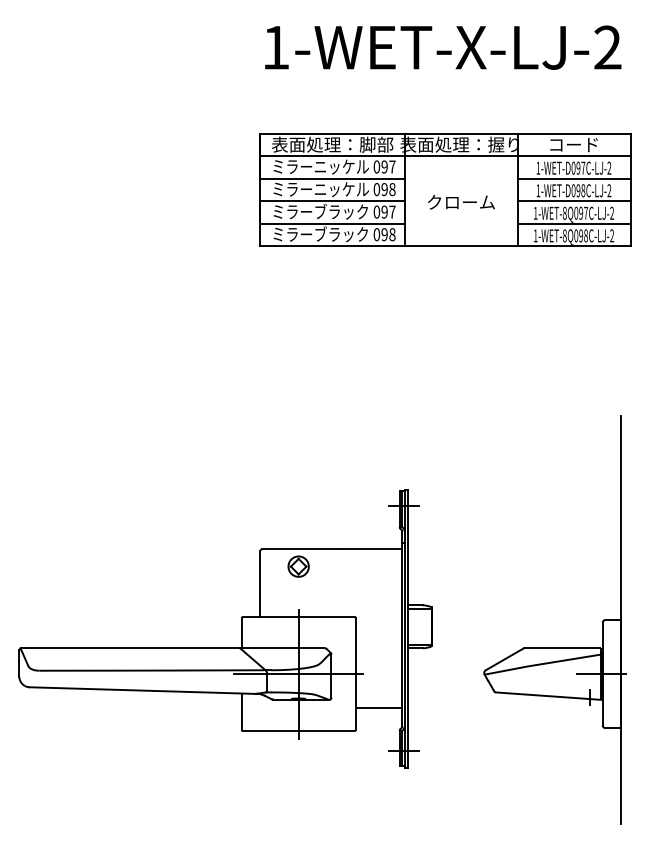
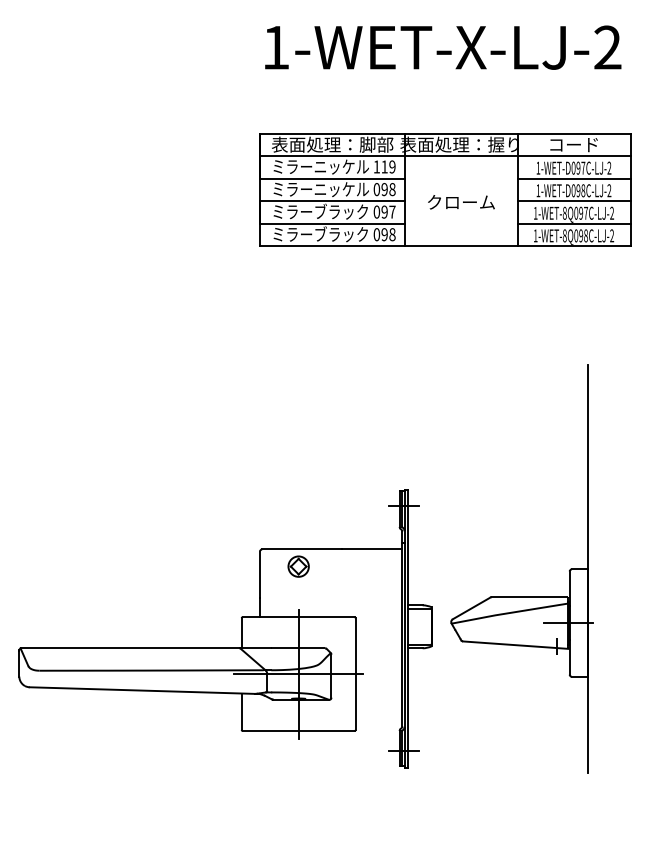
text at (384, 166): 097 -> 119
part at (554, 647) position: (554, 647) -> (521, 596)
line at (378, 708): present -> none
